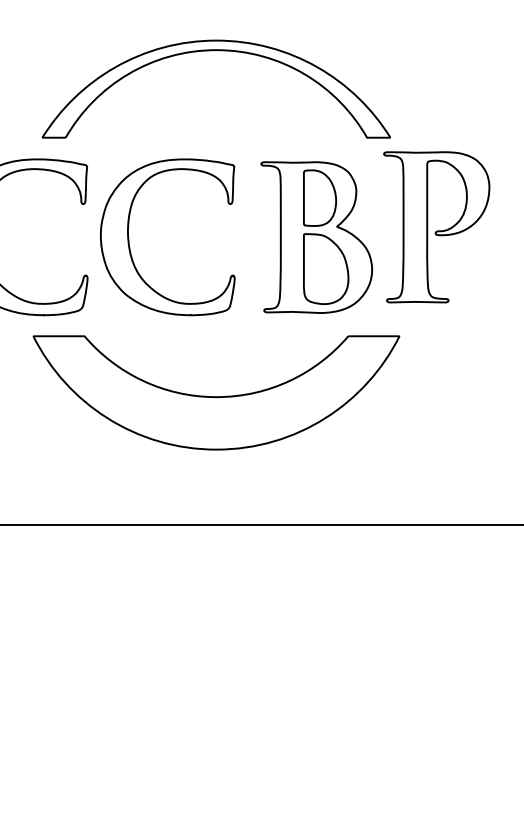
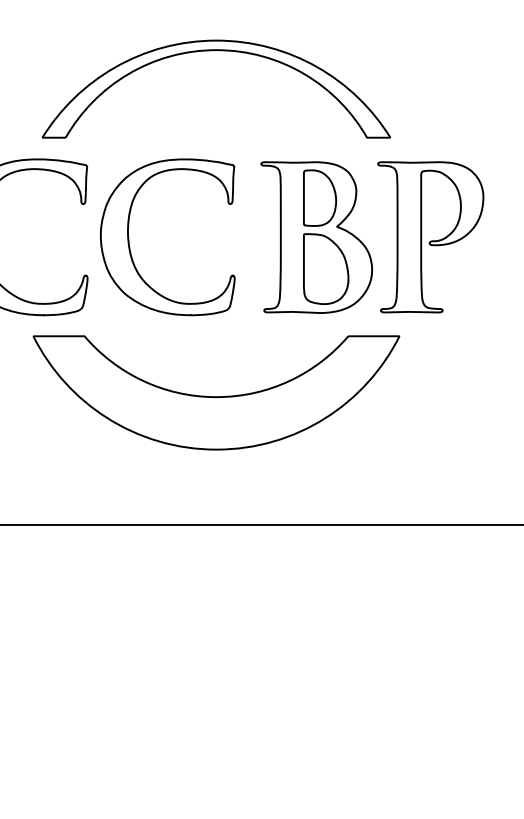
part at (436, 227) position: (436, 227) -> (430, 237)
